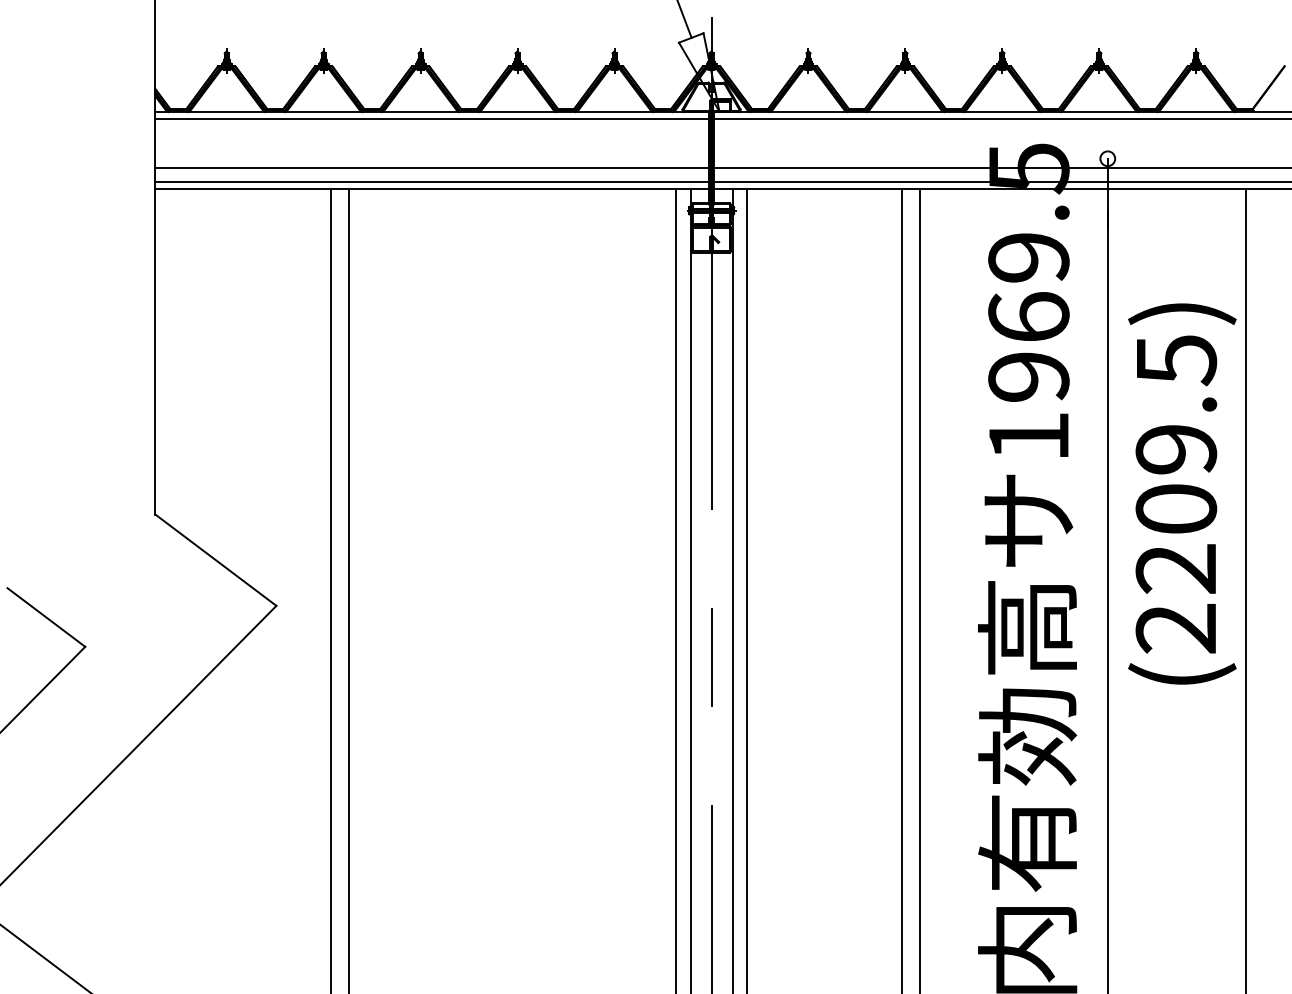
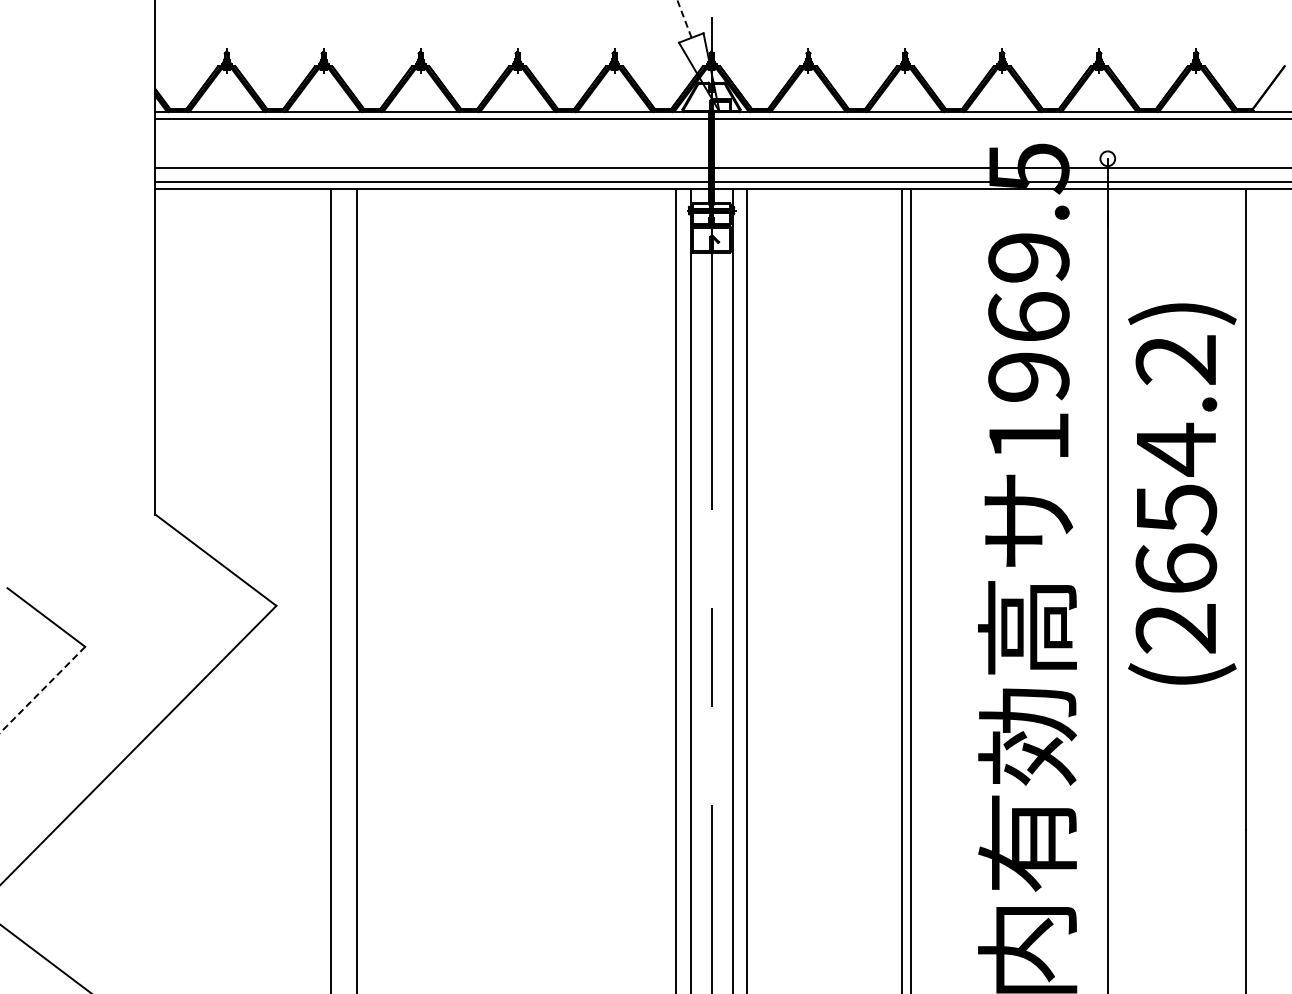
line at (684, 19): solid -> dashed
text at (1176, 464): (2209.5) -> (2654.2)
line at (349, 589) position: (349, 589) -> (357, 589)
line at (919, 589) position: (919, 589) -> (910, 589)
line at (42, 690): solid -> dashed
